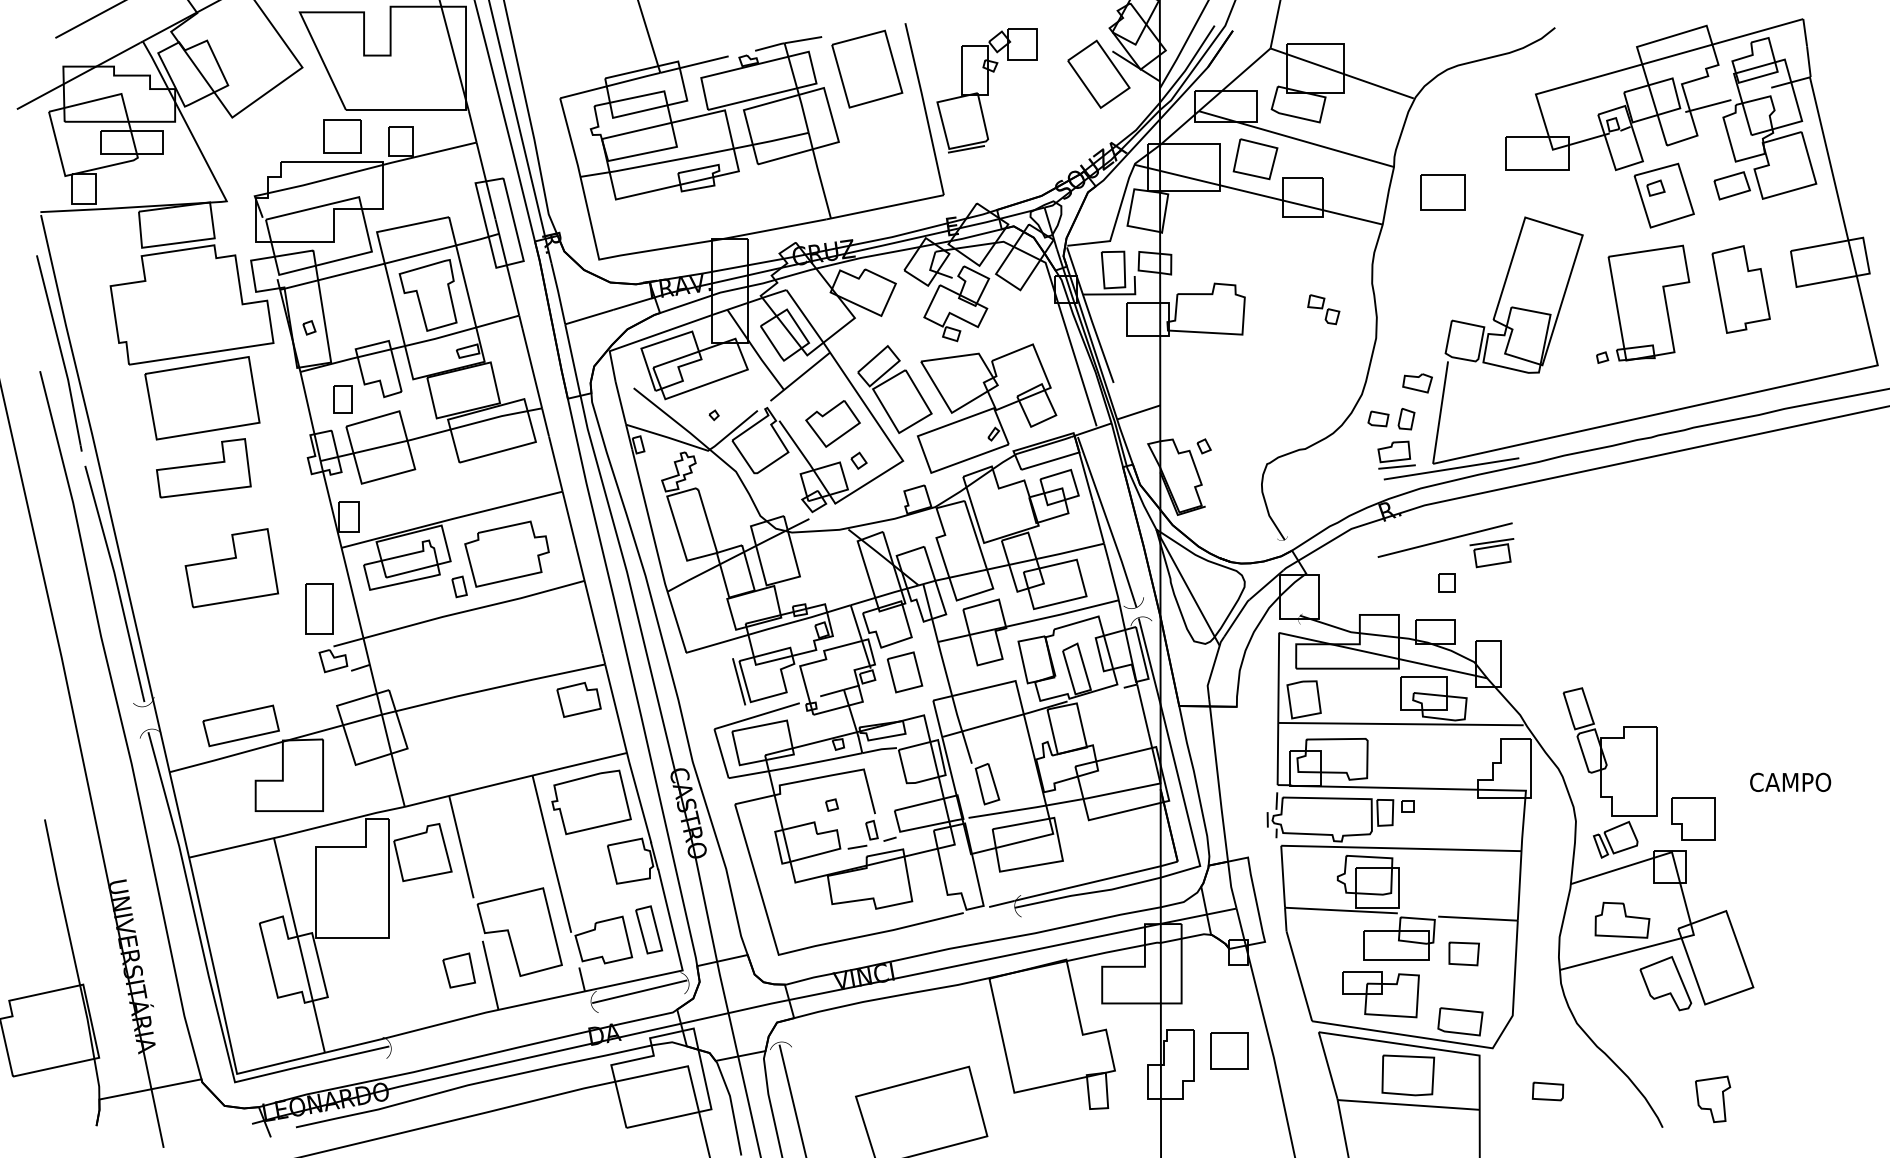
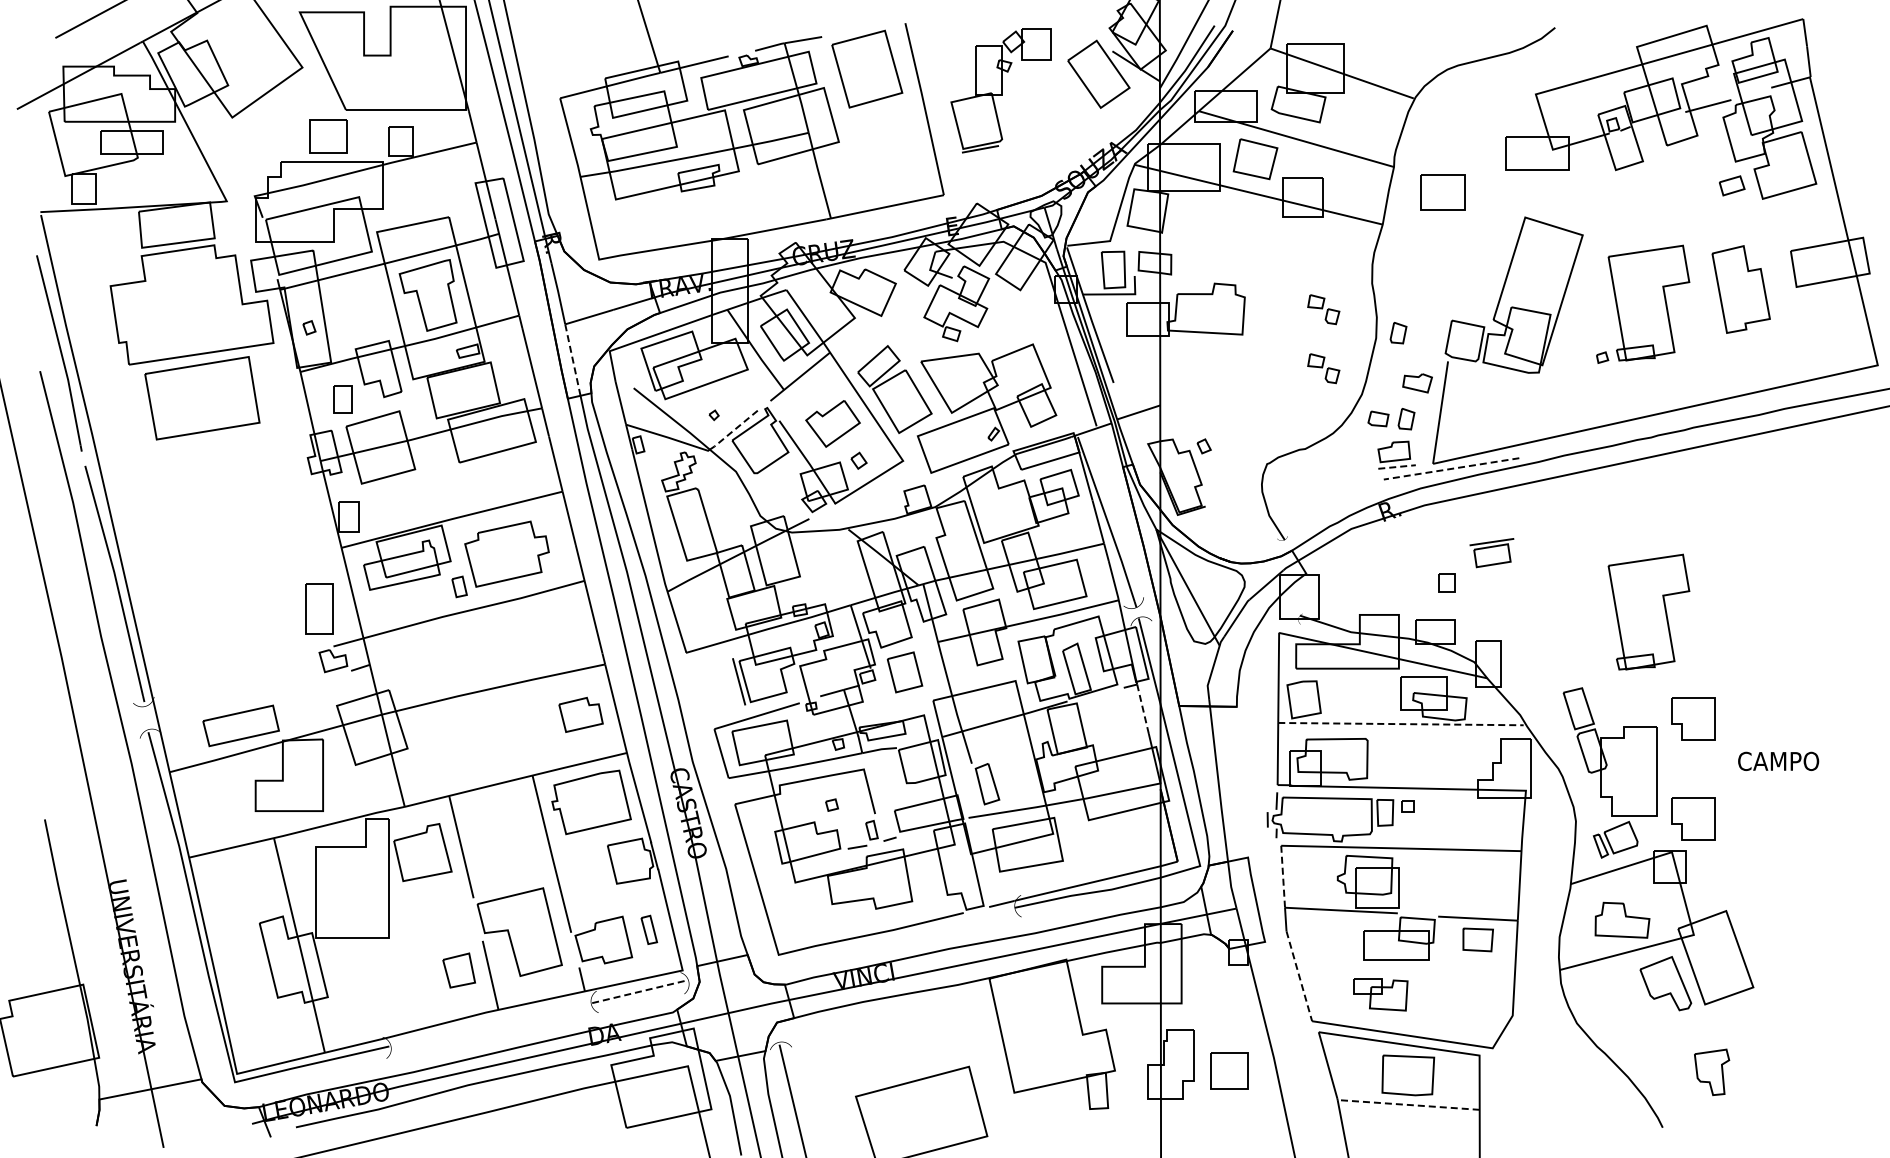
part at (986, 90) position: (986, 90) -> (1000, 90)
part at (342, 136) position: (342, 136) -> (328, 136)
part at (1731, 185) size: 38x30 px -> 27x22 px
part at (1663, 195): present -> none
part at (1398, 333): none -> present
line at (572, 360): solid -> dashed
part at (1323, 368): none -> present
line at (733, 430): solid -> dashed
line at (1397, 467): solid -> dashed
part at (203, 468): present -> none
line at (1451, 468): solid -> dashed
line at (1444, 539): present -> none
part at (231, 568): present -> none
part at (1648, 611): none -> present
part at (578, 699) position: (578, 699) -> (580, 714)
line at (1142, 708): solid -> dashed
part at (1693, 718): none -> present
line at (1400, 724): solid -> dashed
text at (1790, 781) position: (1790, 781) -> (1778, 760)
line at (1283, 877): solid -> dashed
part at (649, 929) size: 29x50 px -> 19x31 px
part at (1463, 953) position: (1463, 953) -> (1477, 939)
line at (1299, 976): solid -> dashed
line at (639, 991): solid -> dashed
part at (1380, 994) size: 78x48 px -> 56x34 px
part at (1460, 1021): present -> none
part at (1229, 1050) position: (1229, 1050) -> (1229, 1070)
part at (1548, 1091): present -> none
part at (1713, 1098) position: (1713, 1098) -> (1712, 1071)
line at (1408, 1104): solid -> dashed
